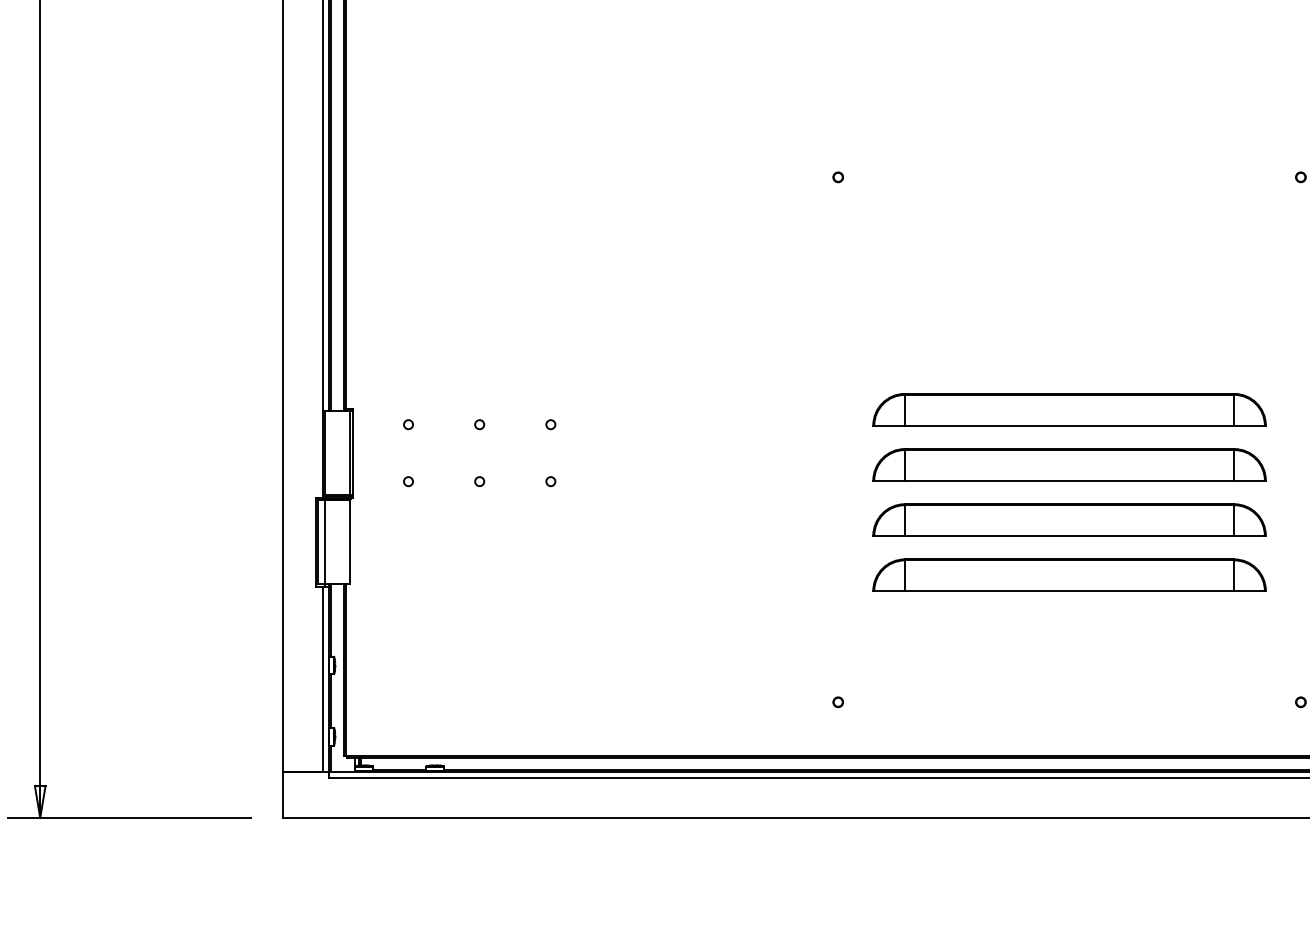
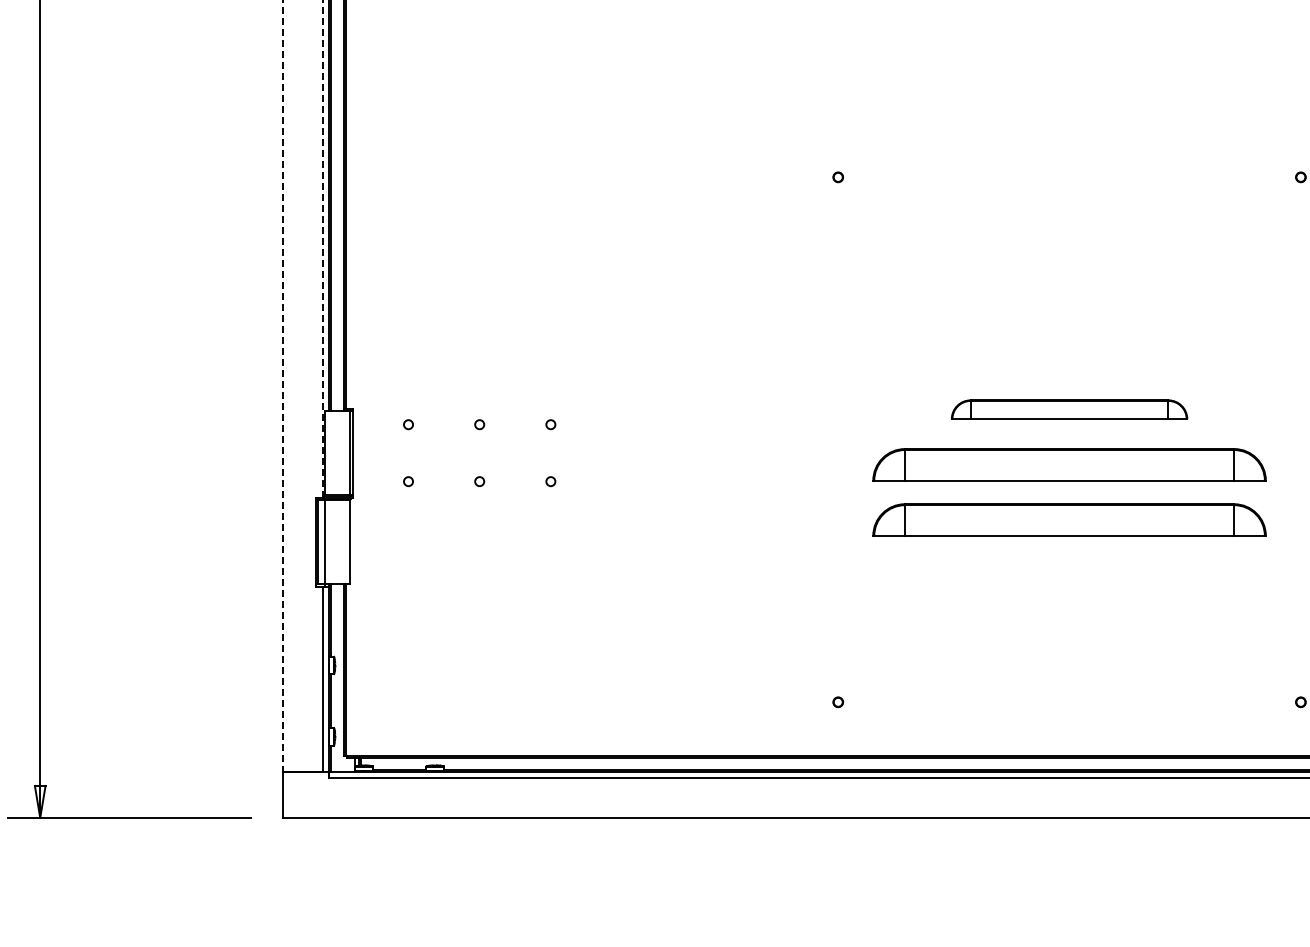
line at (323, 249): solid -> dashed
line at (282, 386): solid -> dashed
part at (1069, 409) size: 395x34 px -> 239x21 px
part at (1069, 574): present -> none
